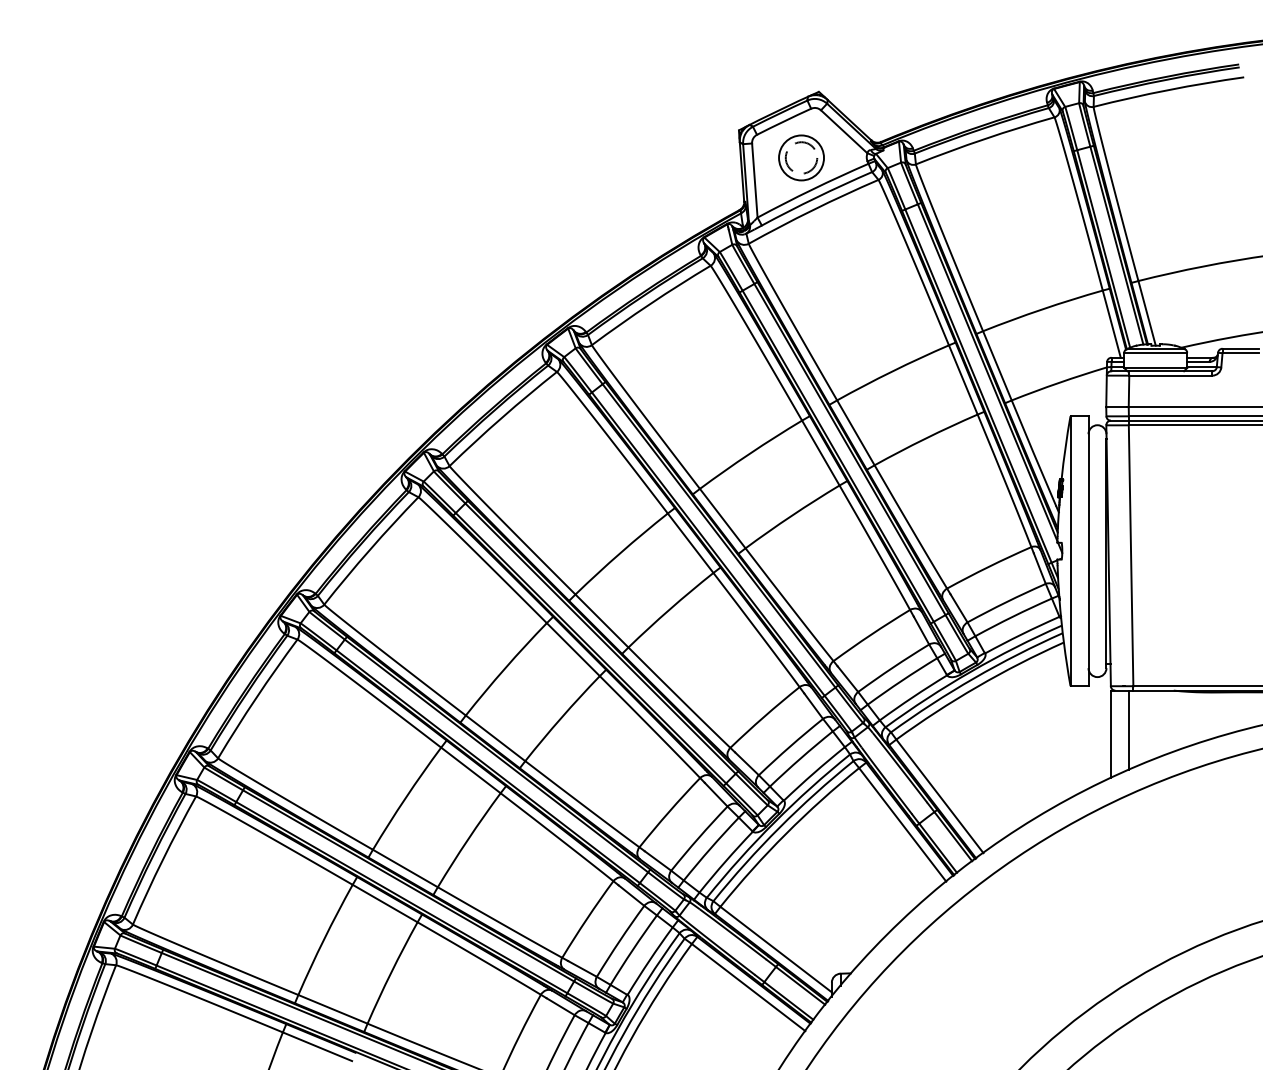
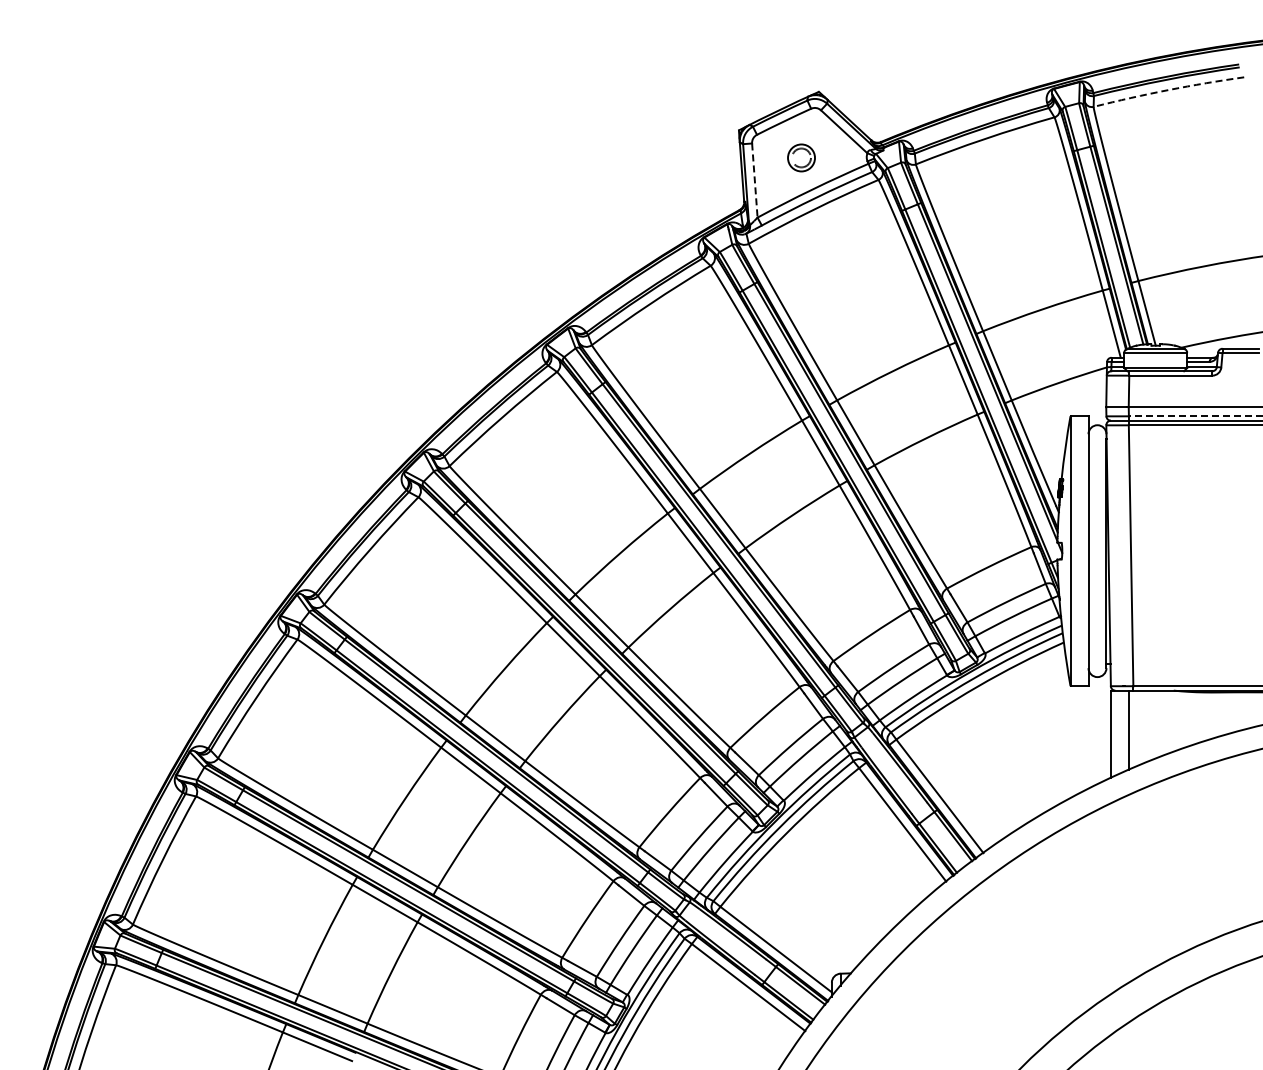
arc at (1168, 90): solid -> dashed
part at (801, 157) size: 47x48 px -> 29x30 px
line at (754, 181): solid -> dashed
line at (1195, 416): solid -> dashed
